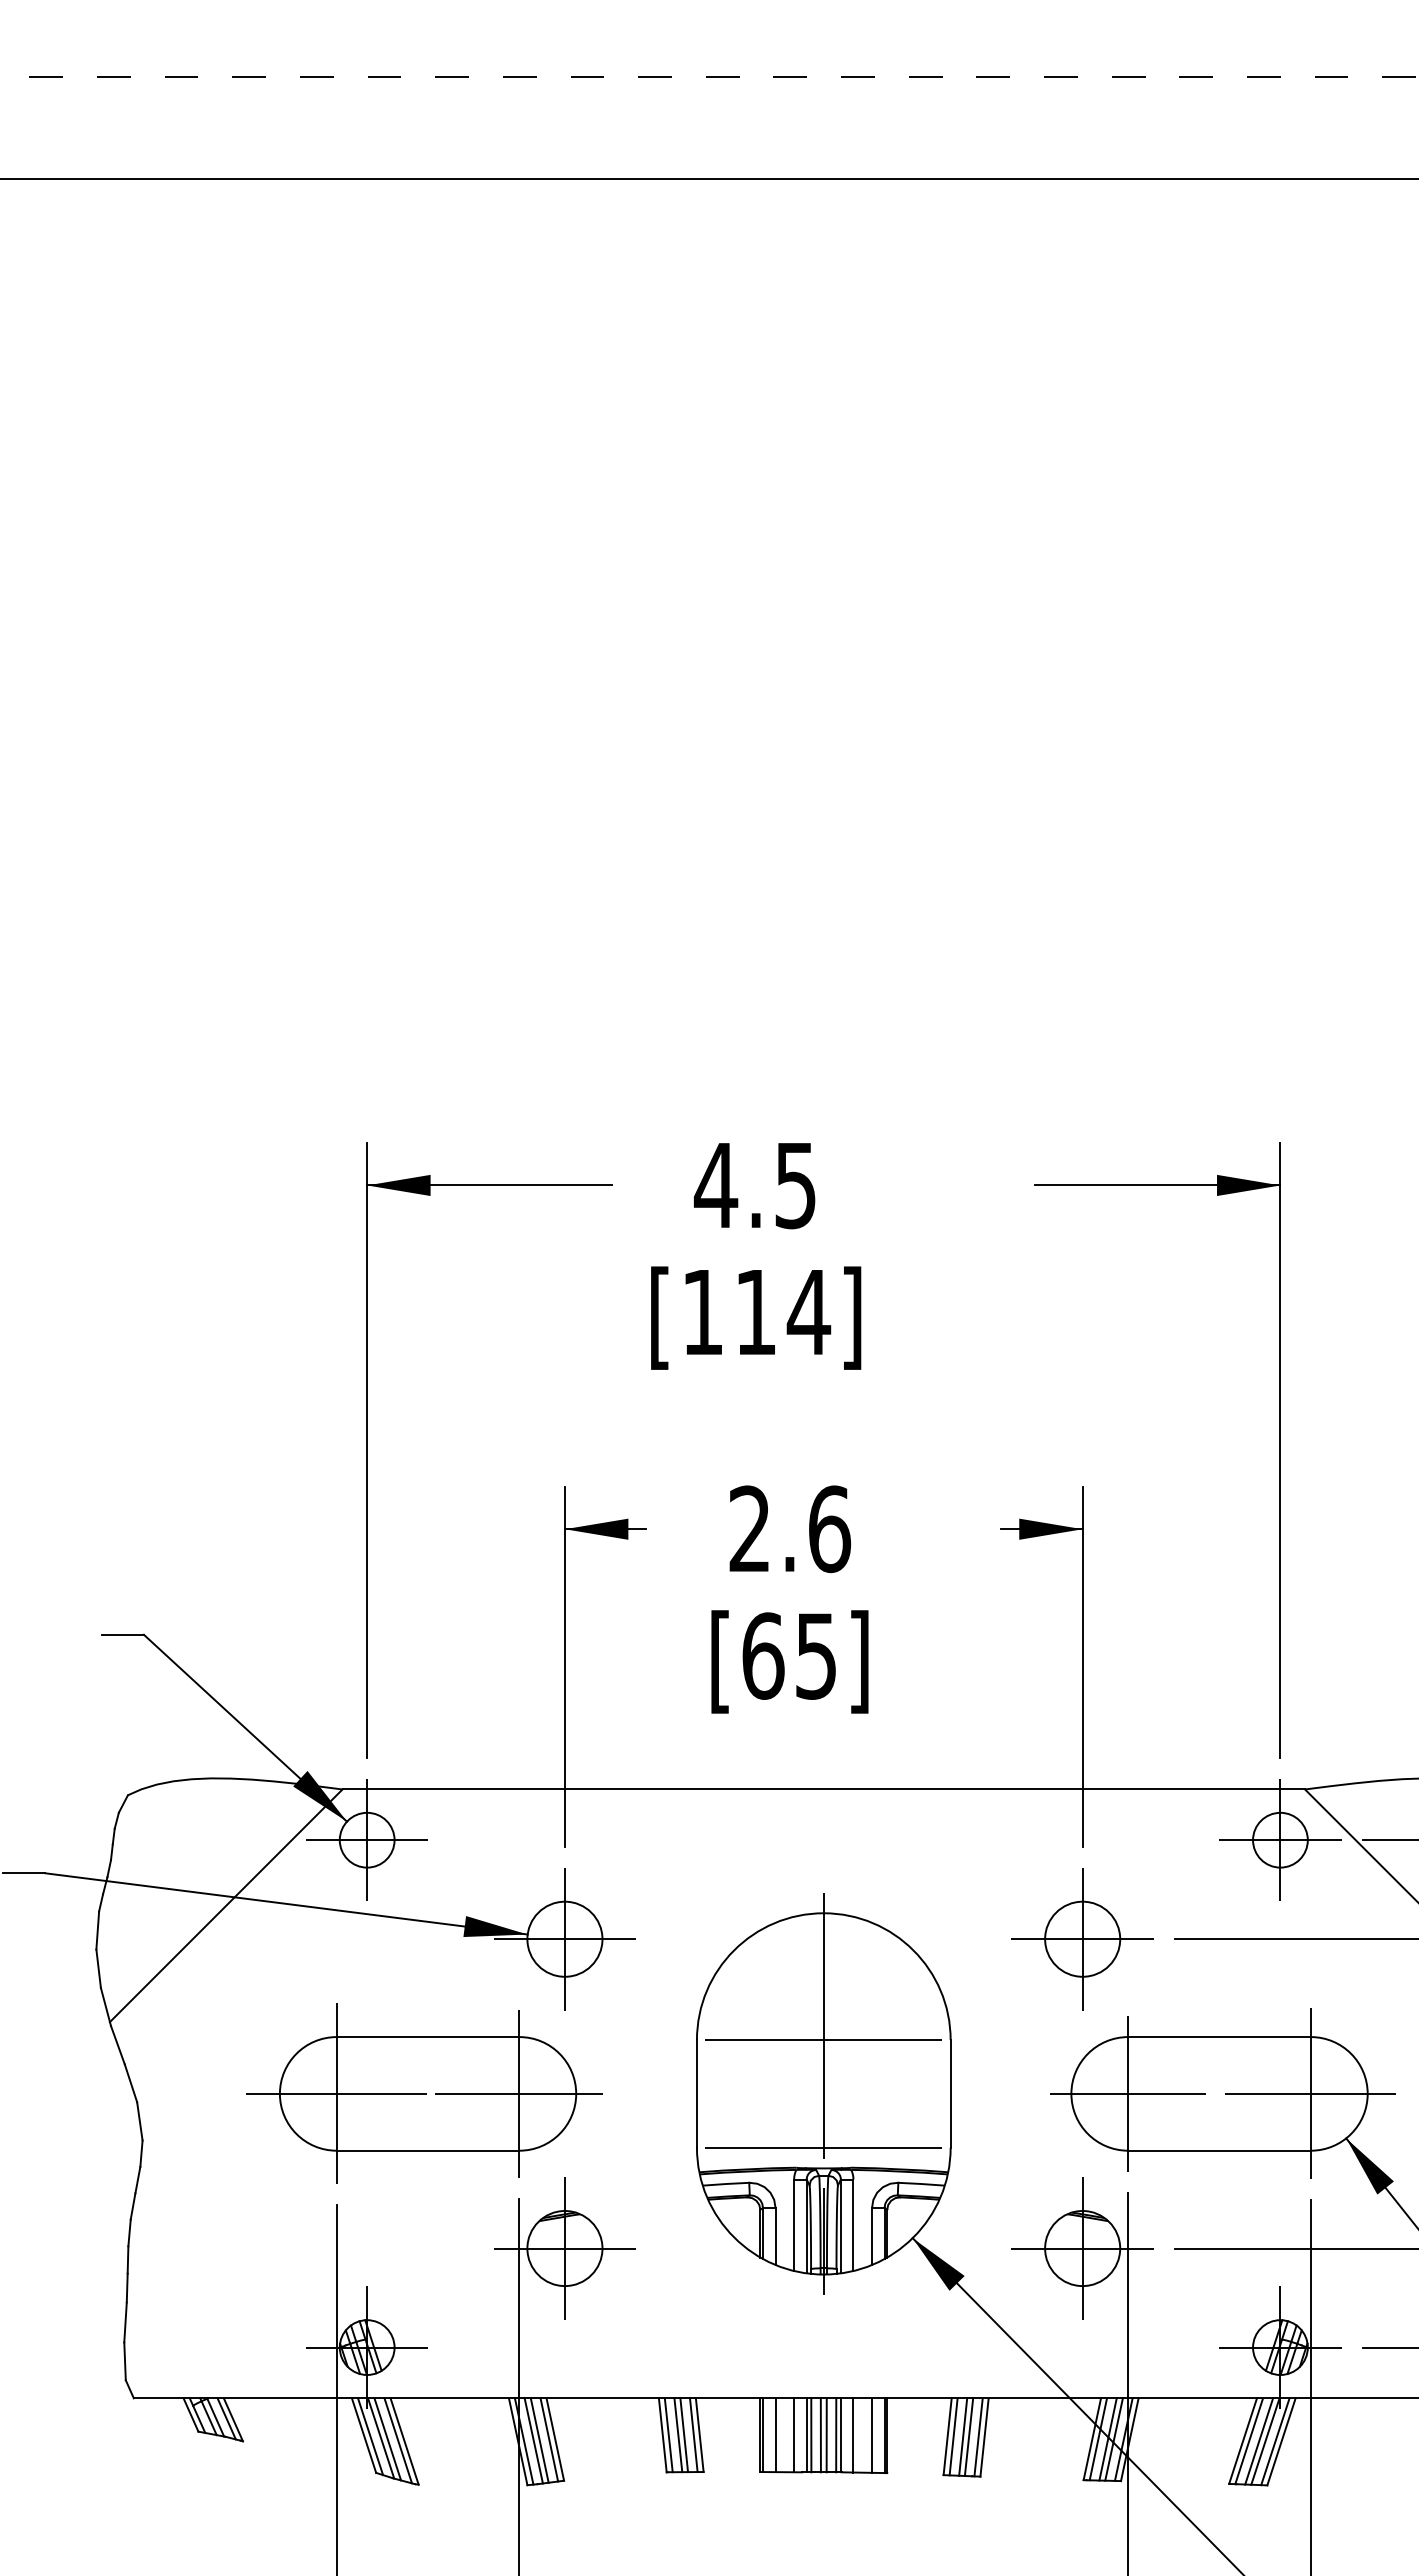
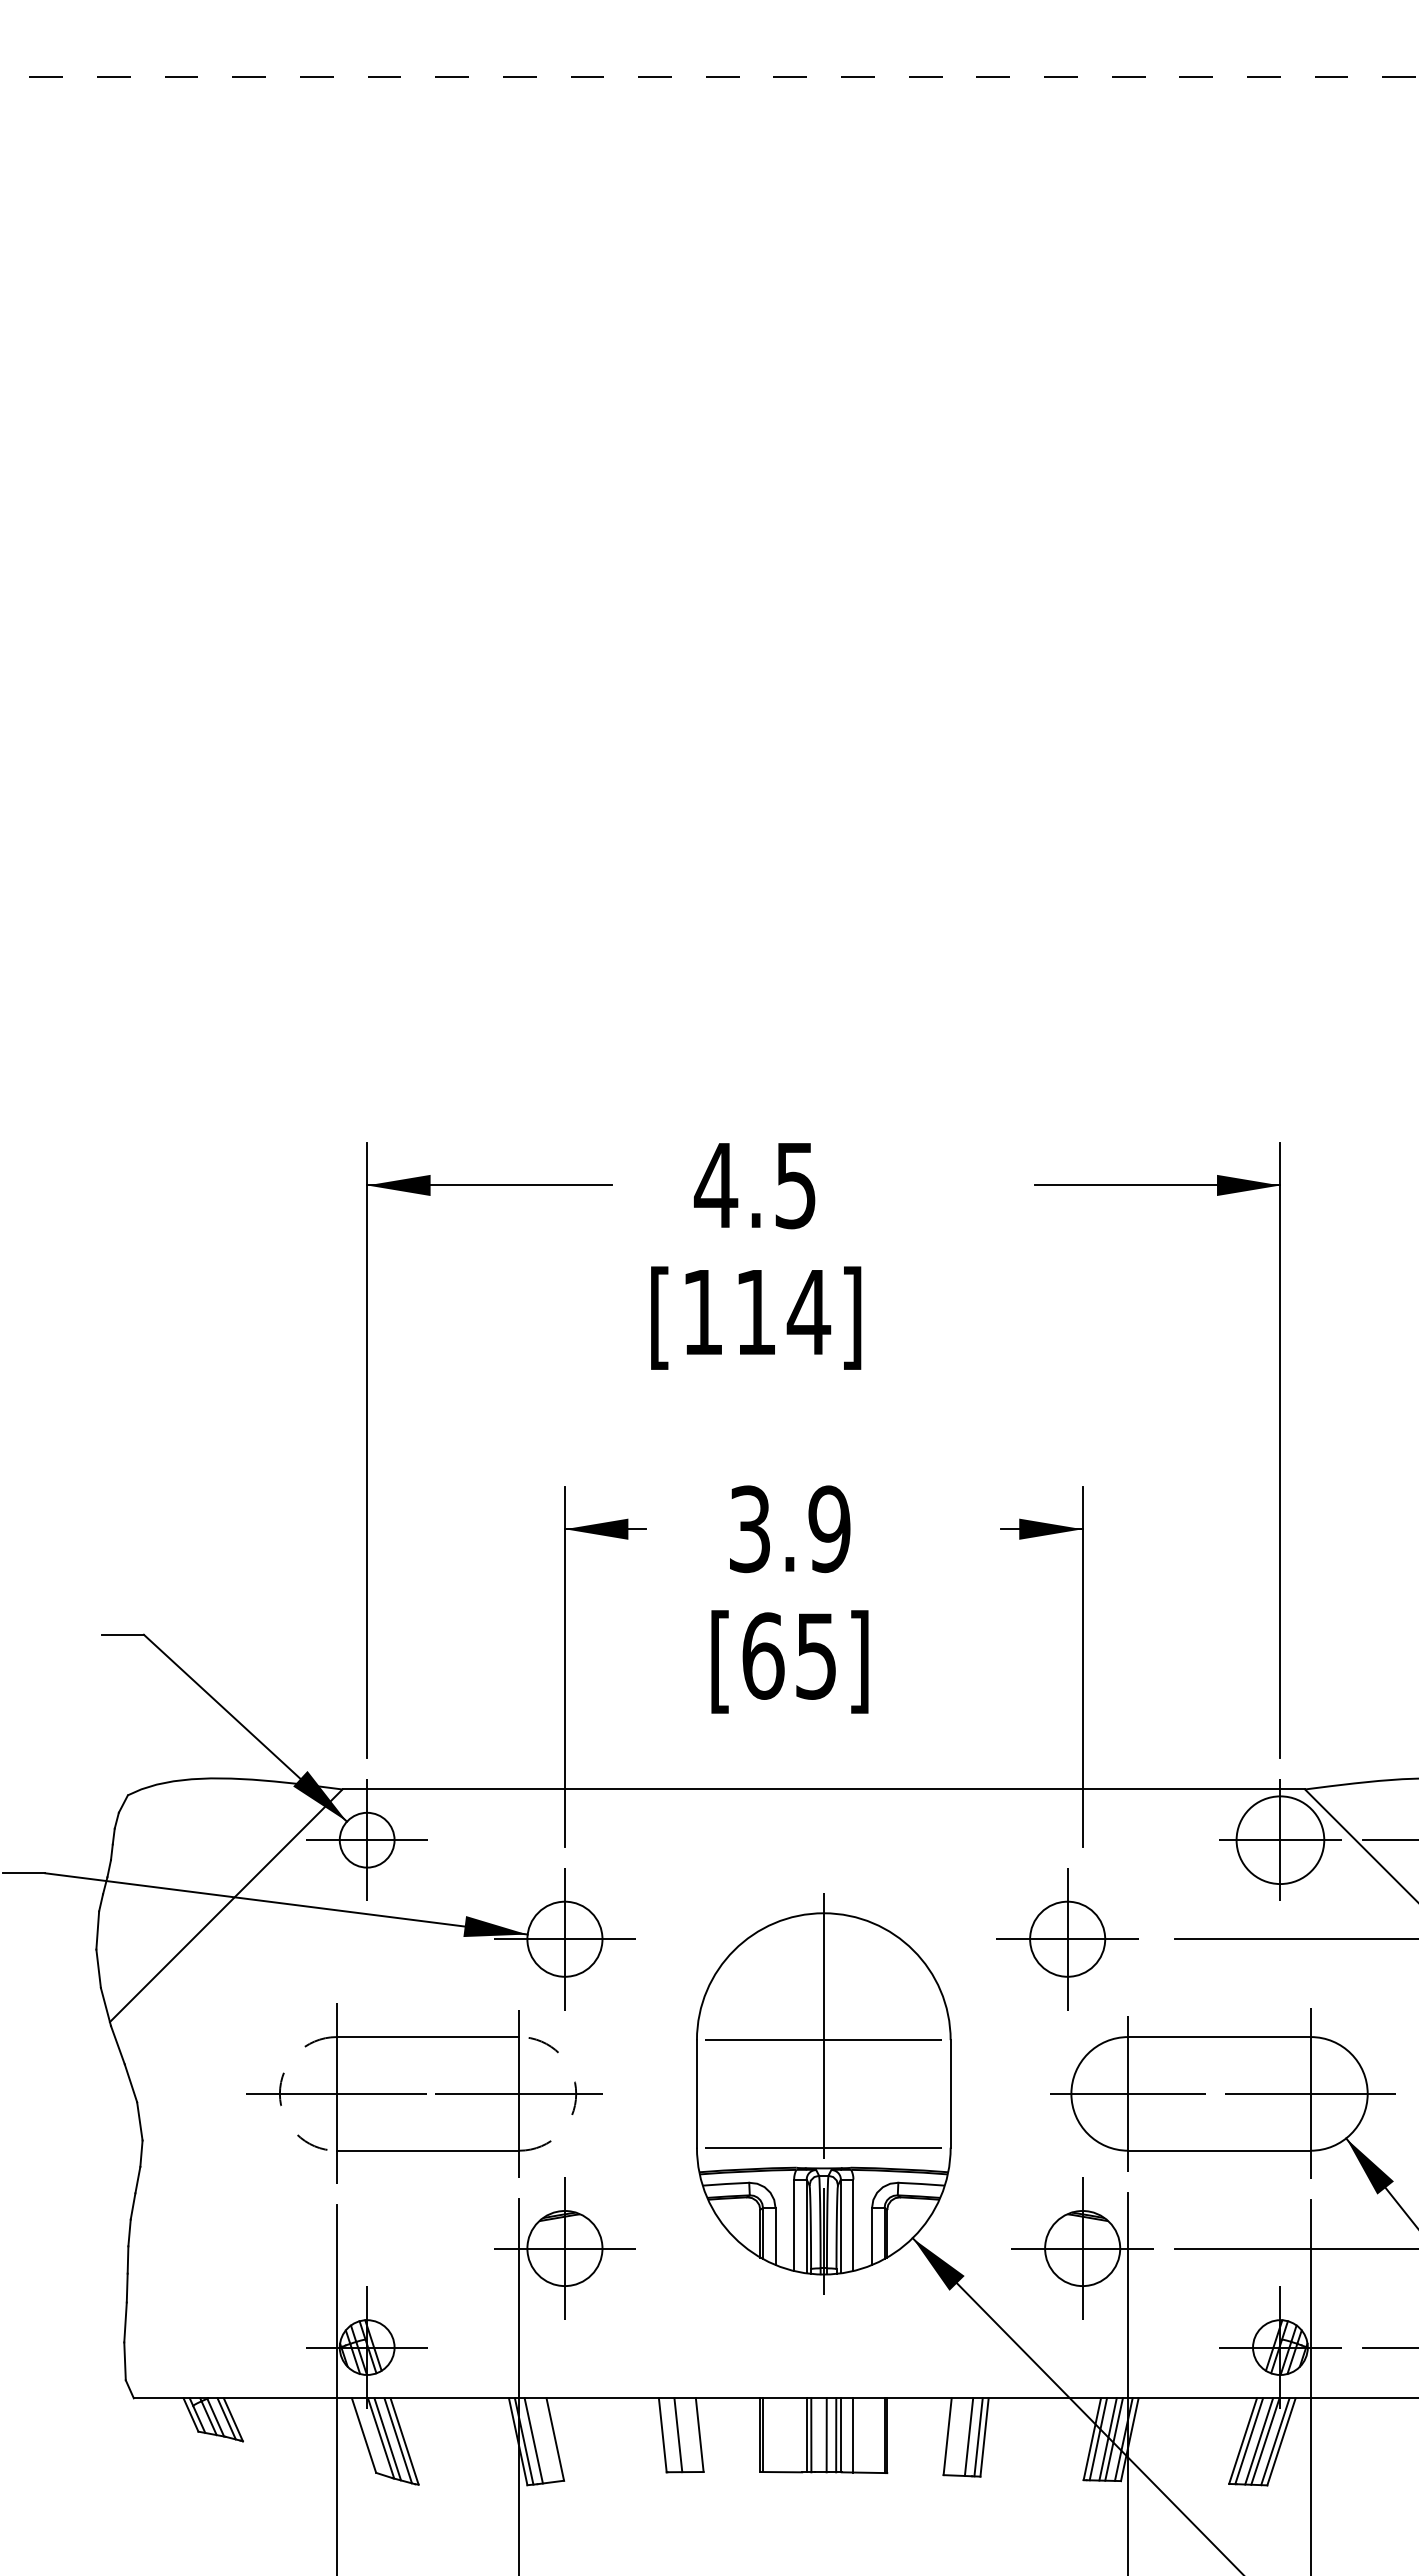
line at (708, 178): present -> none
text at (790, 1529): 2.6 -> 3.9
circle at (1280, 1839) diameter: 55 px -> 88 px
part at (1082, 1939) position: (1082, 1939) -> (1067, 1939)
arc at (279, 2093): solid -> dashed
arc at (576, 2093): solid -> dashed
line at (668, 2435): present -> none
line at (684, 2435): present -> none
line at (693, 2435): present -> none
line at (775, 2435): present -> none
line at (794, 2435): present -> none
line at (820, 2435): present -> none
line at (872, 2435): present -> none
line at (370, 2436): present -> none
line at (953, 2436): present -> none
line at (963, 2436): present -> none
line at (549, 2439): present -> none
line at (539, 2440): present -> none
